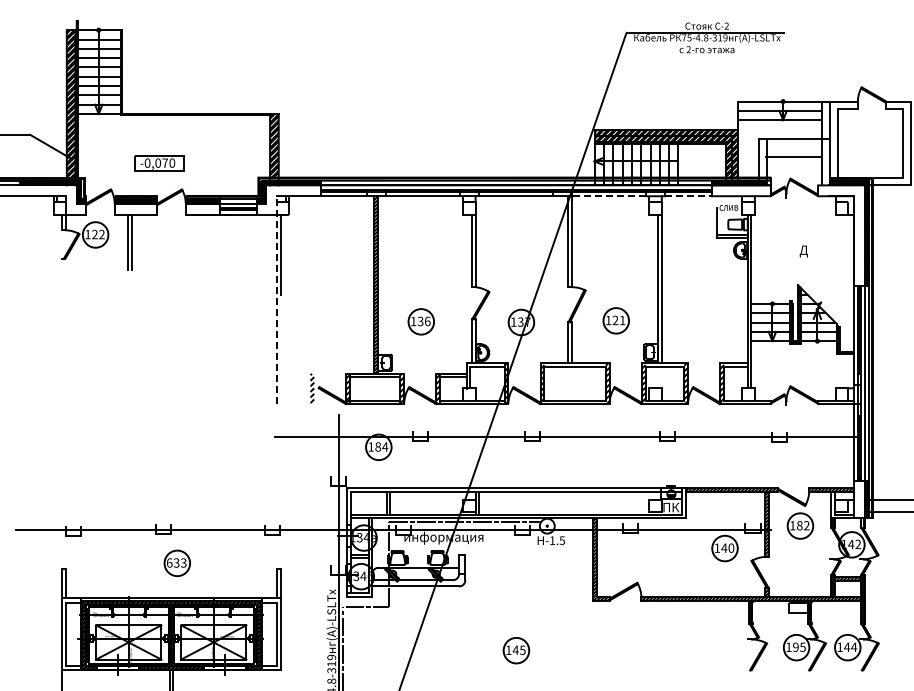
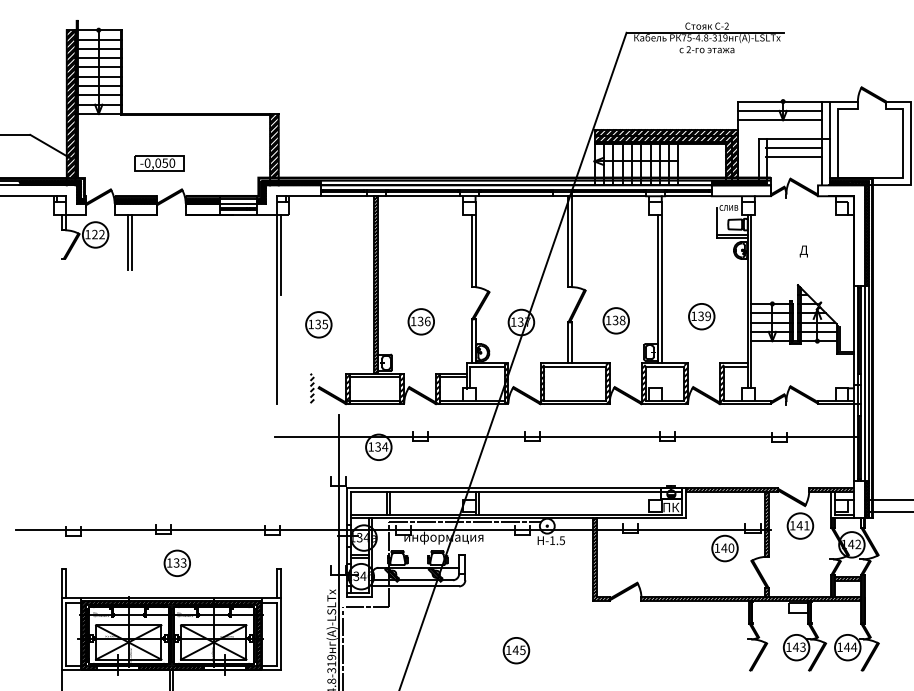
line at (794, 148): none -> present
text at (165, 162): -0,070 -> -0,050
line at (608, 196): dashed -> solid
line at (688, 196): dashed -> solid
line at (276, 299): dashed -> solid
part at (701, 316): none -> present
text at (618, 320): 121 -> 138
part at (318, 324): none -> present
text at (378, 446): 184 -> 134
text at (802, 525): 182 -> 141
text at (169, 562): 633 -> 133
text at (798, 647): 195 -> 143
